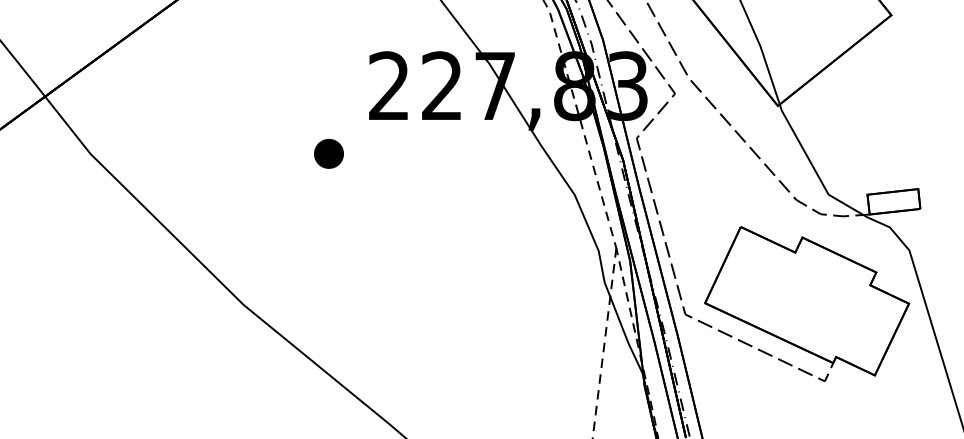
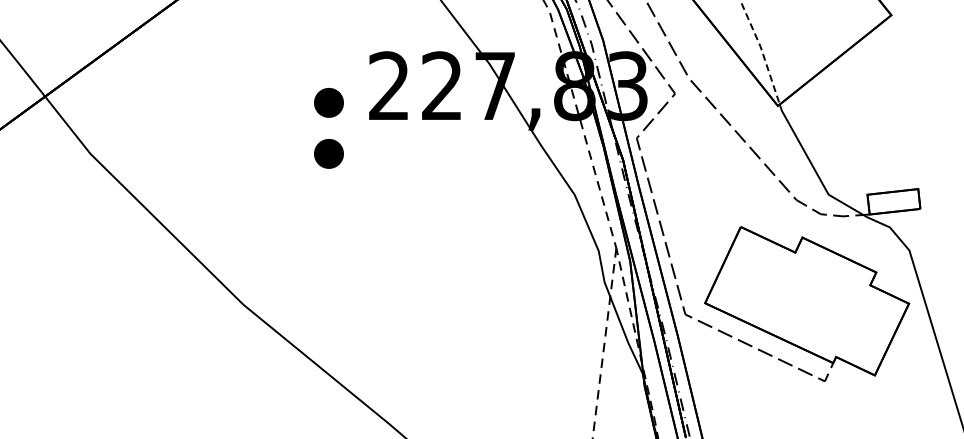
line at (762, 51): solid -> dashed
part at (328, 102): none -> present
